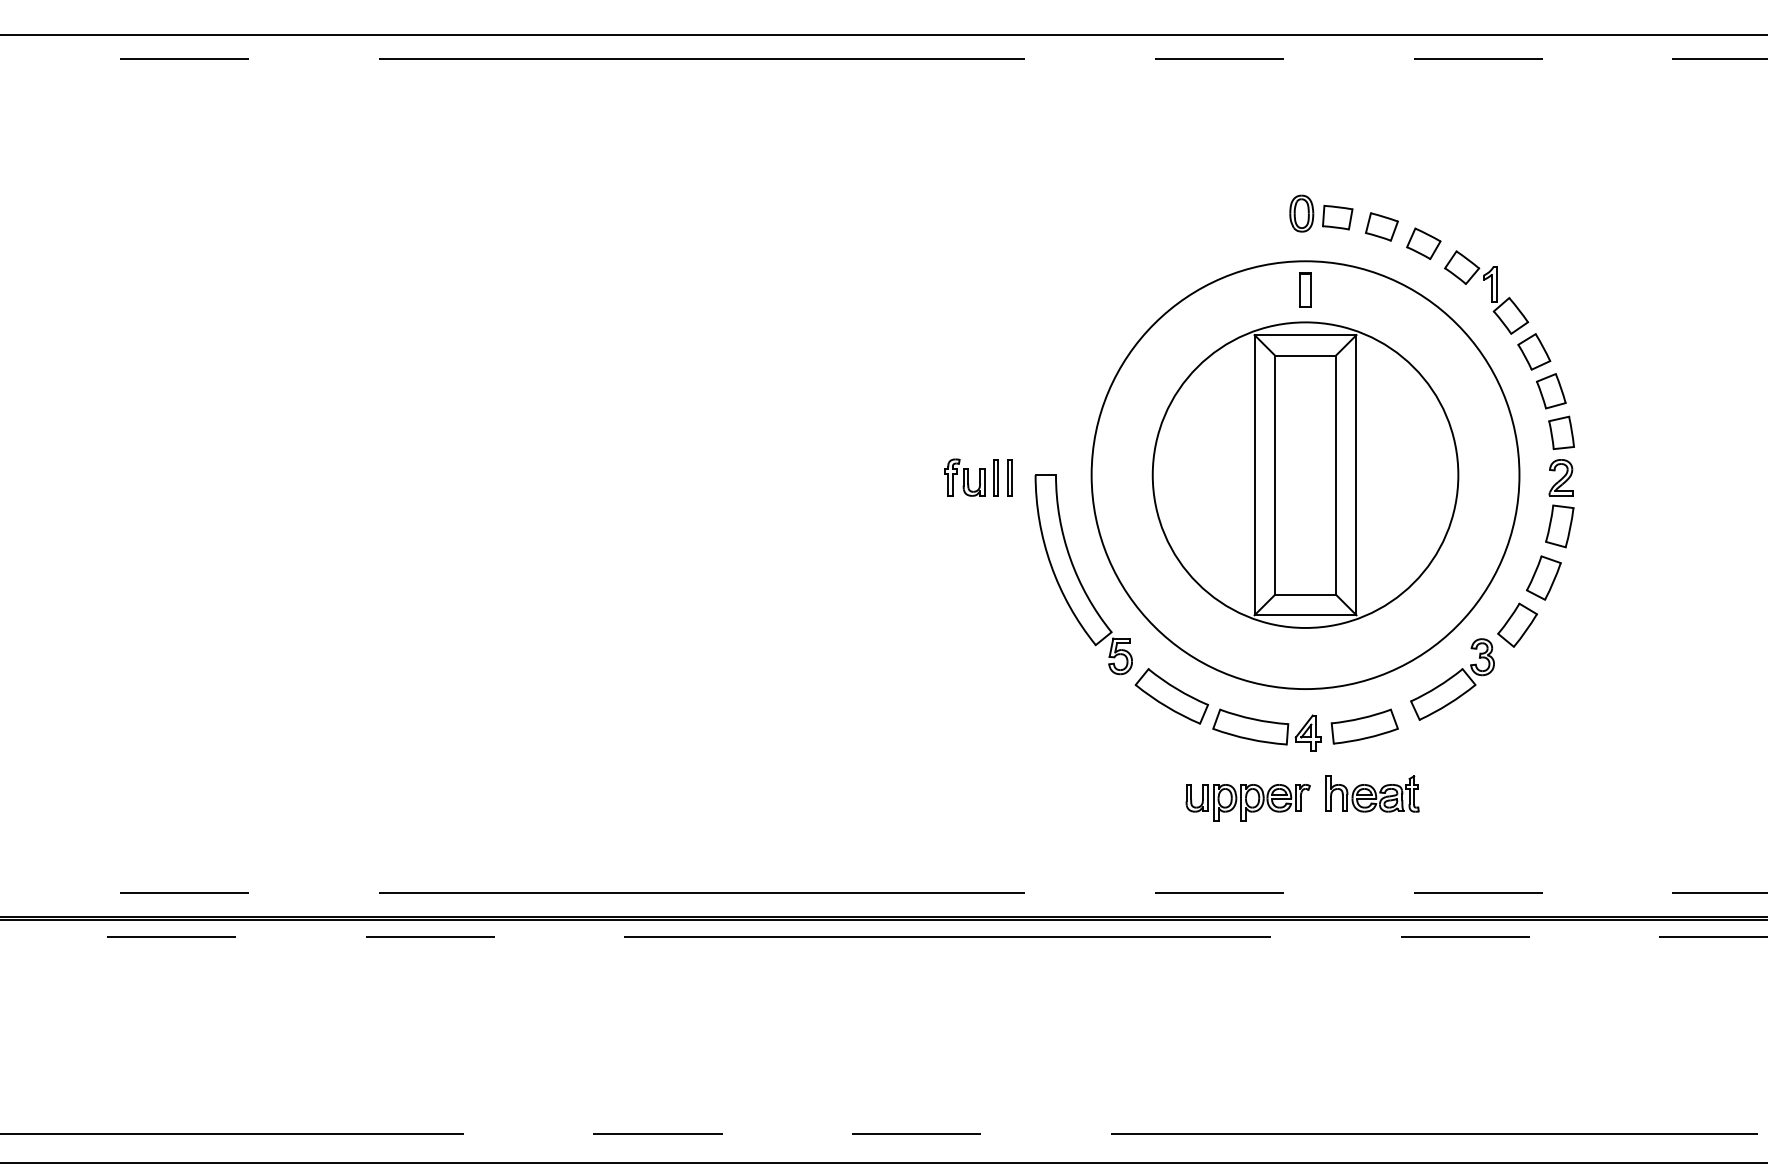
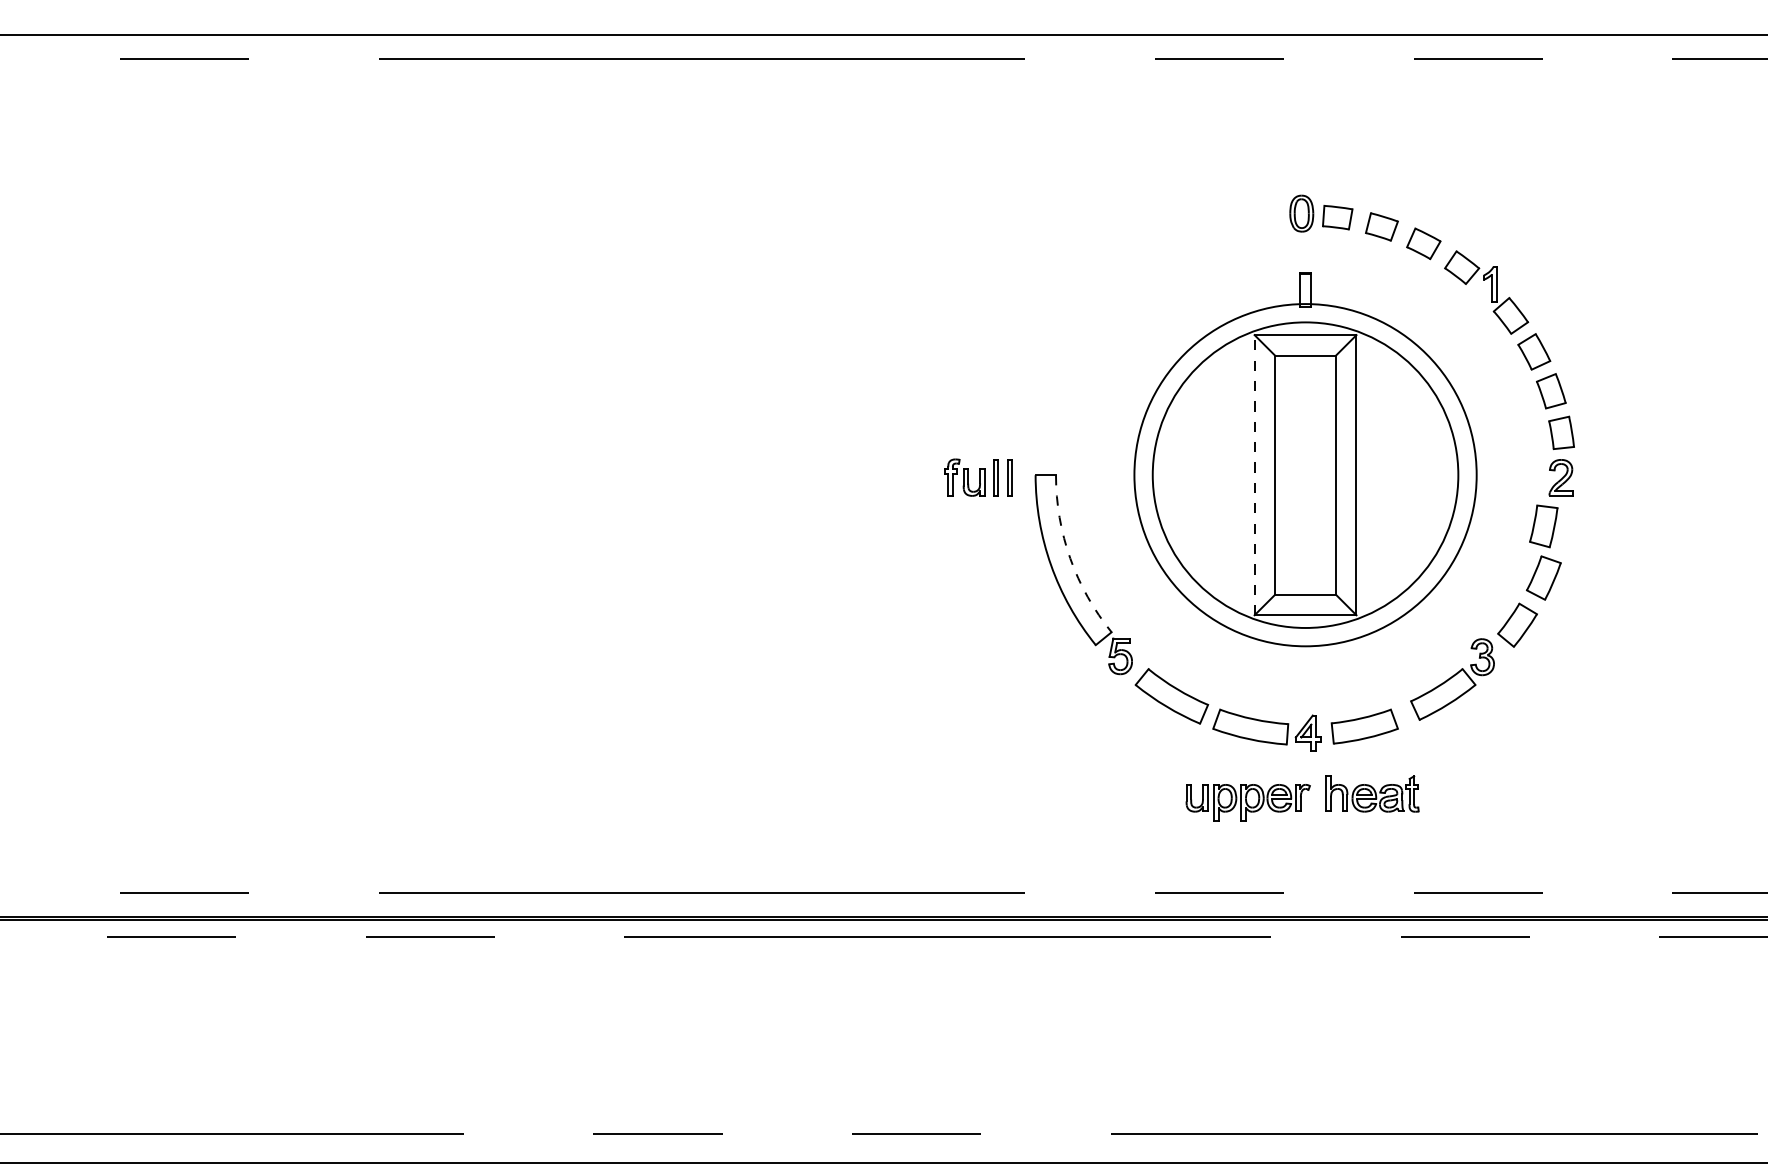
line at (1254, 474): solid -> dashed
circle at (1305, 475) diameter: 428 px -> 342 px
part at (1559, 526) position: (1559, 526) -> (1543, 526)
arc at (1070, 558): solid -> dashed
